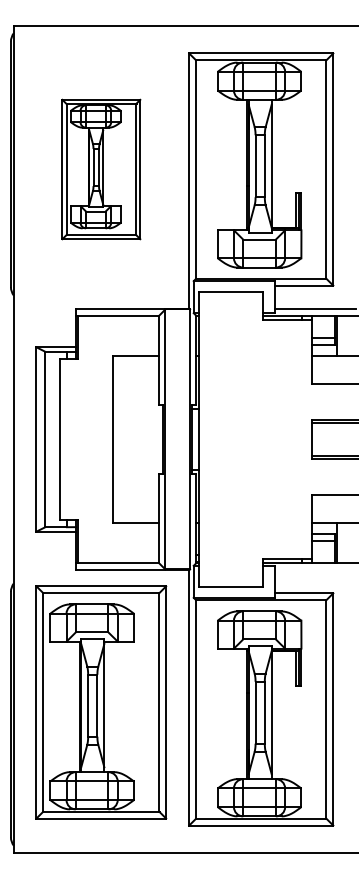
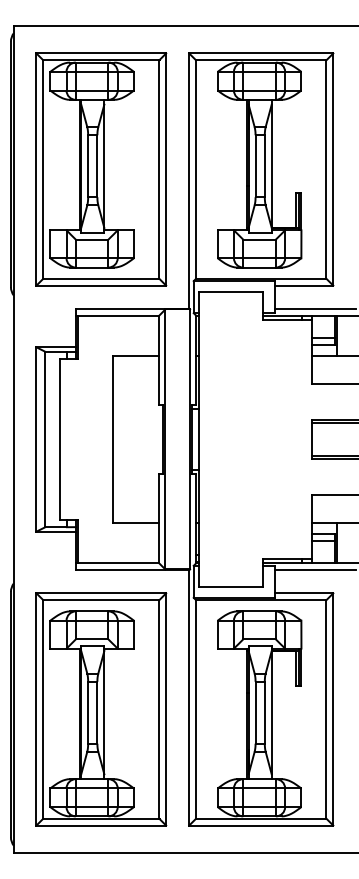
part at (101, 169) size: 81x143 px -> 133x235 px
line at (314, 570): none -> present
part at (101, 702) position: (101, 702) -> (101, 709)
